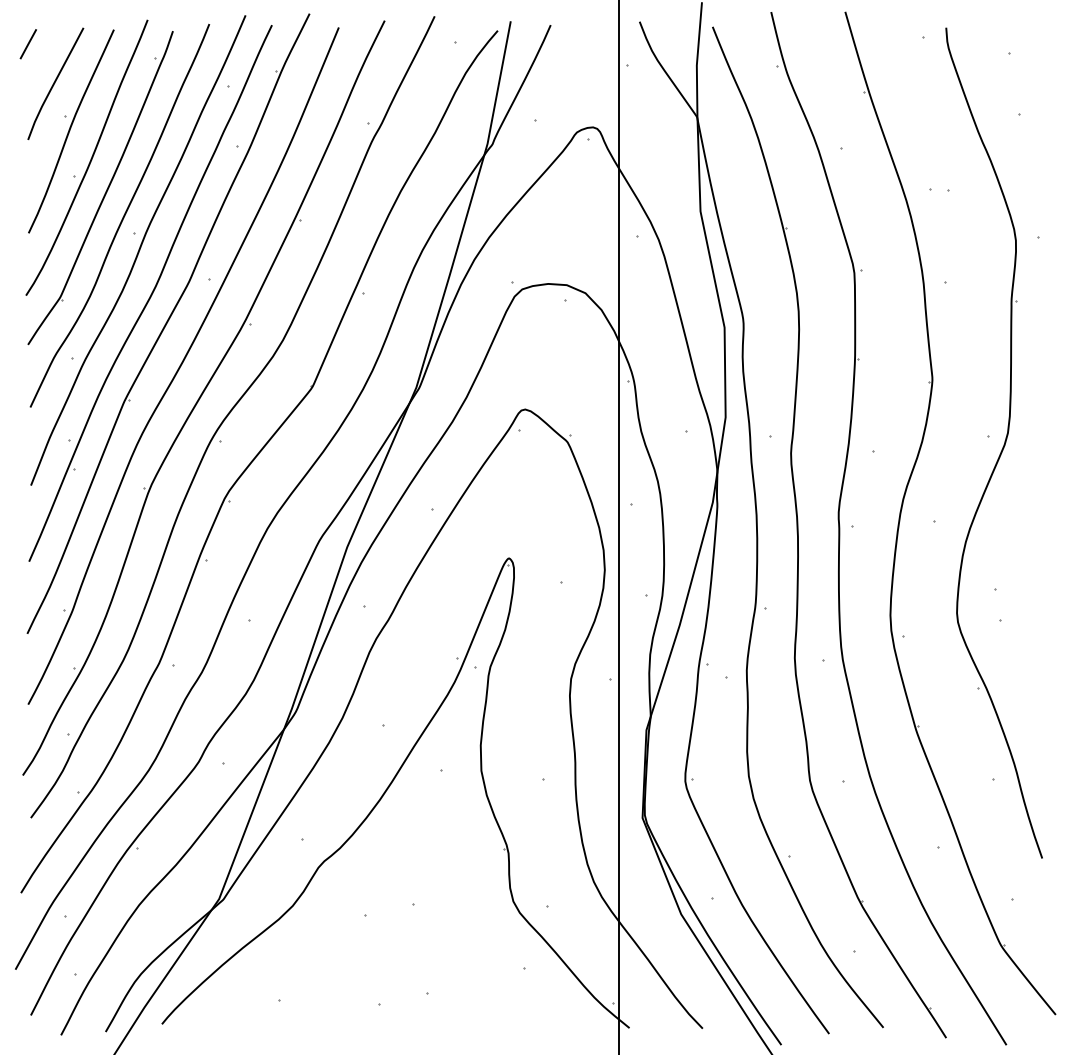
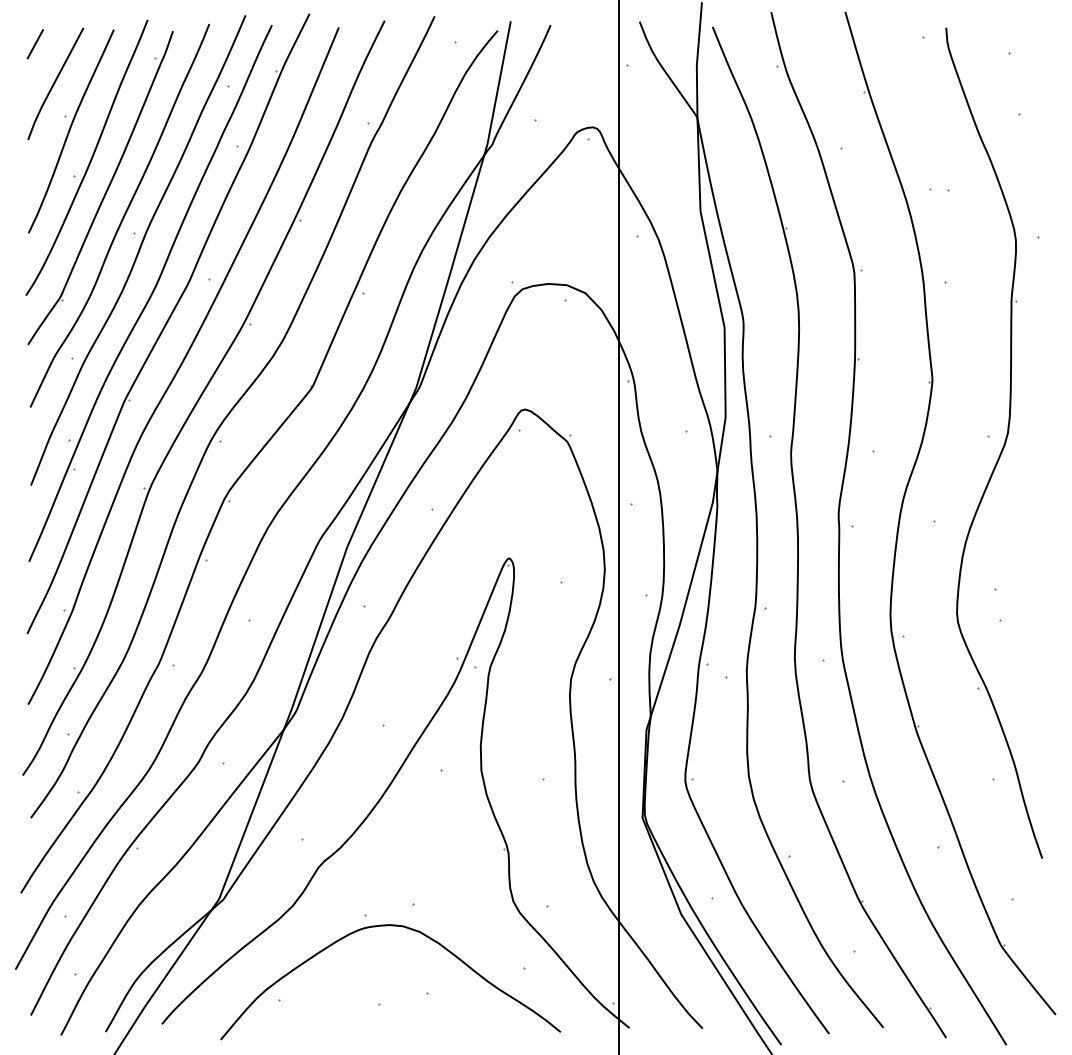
line at (27, 44) position: (27, 44) -> (34, 44)
curve at (408, 929): none -> present
